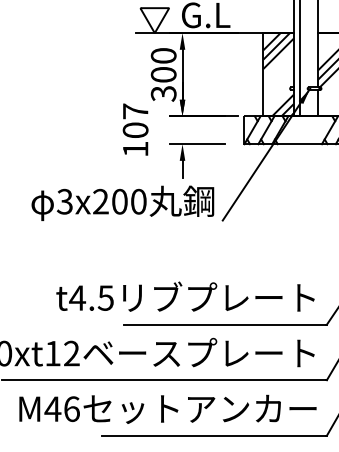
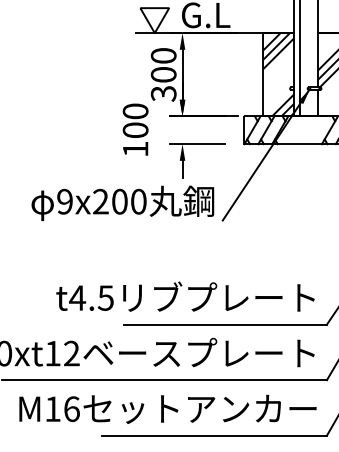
text at (135, 111): 107 -> 100
text at (64, 201): 3x200 -> 9x200
text at (52, 408): M46 -> M16
